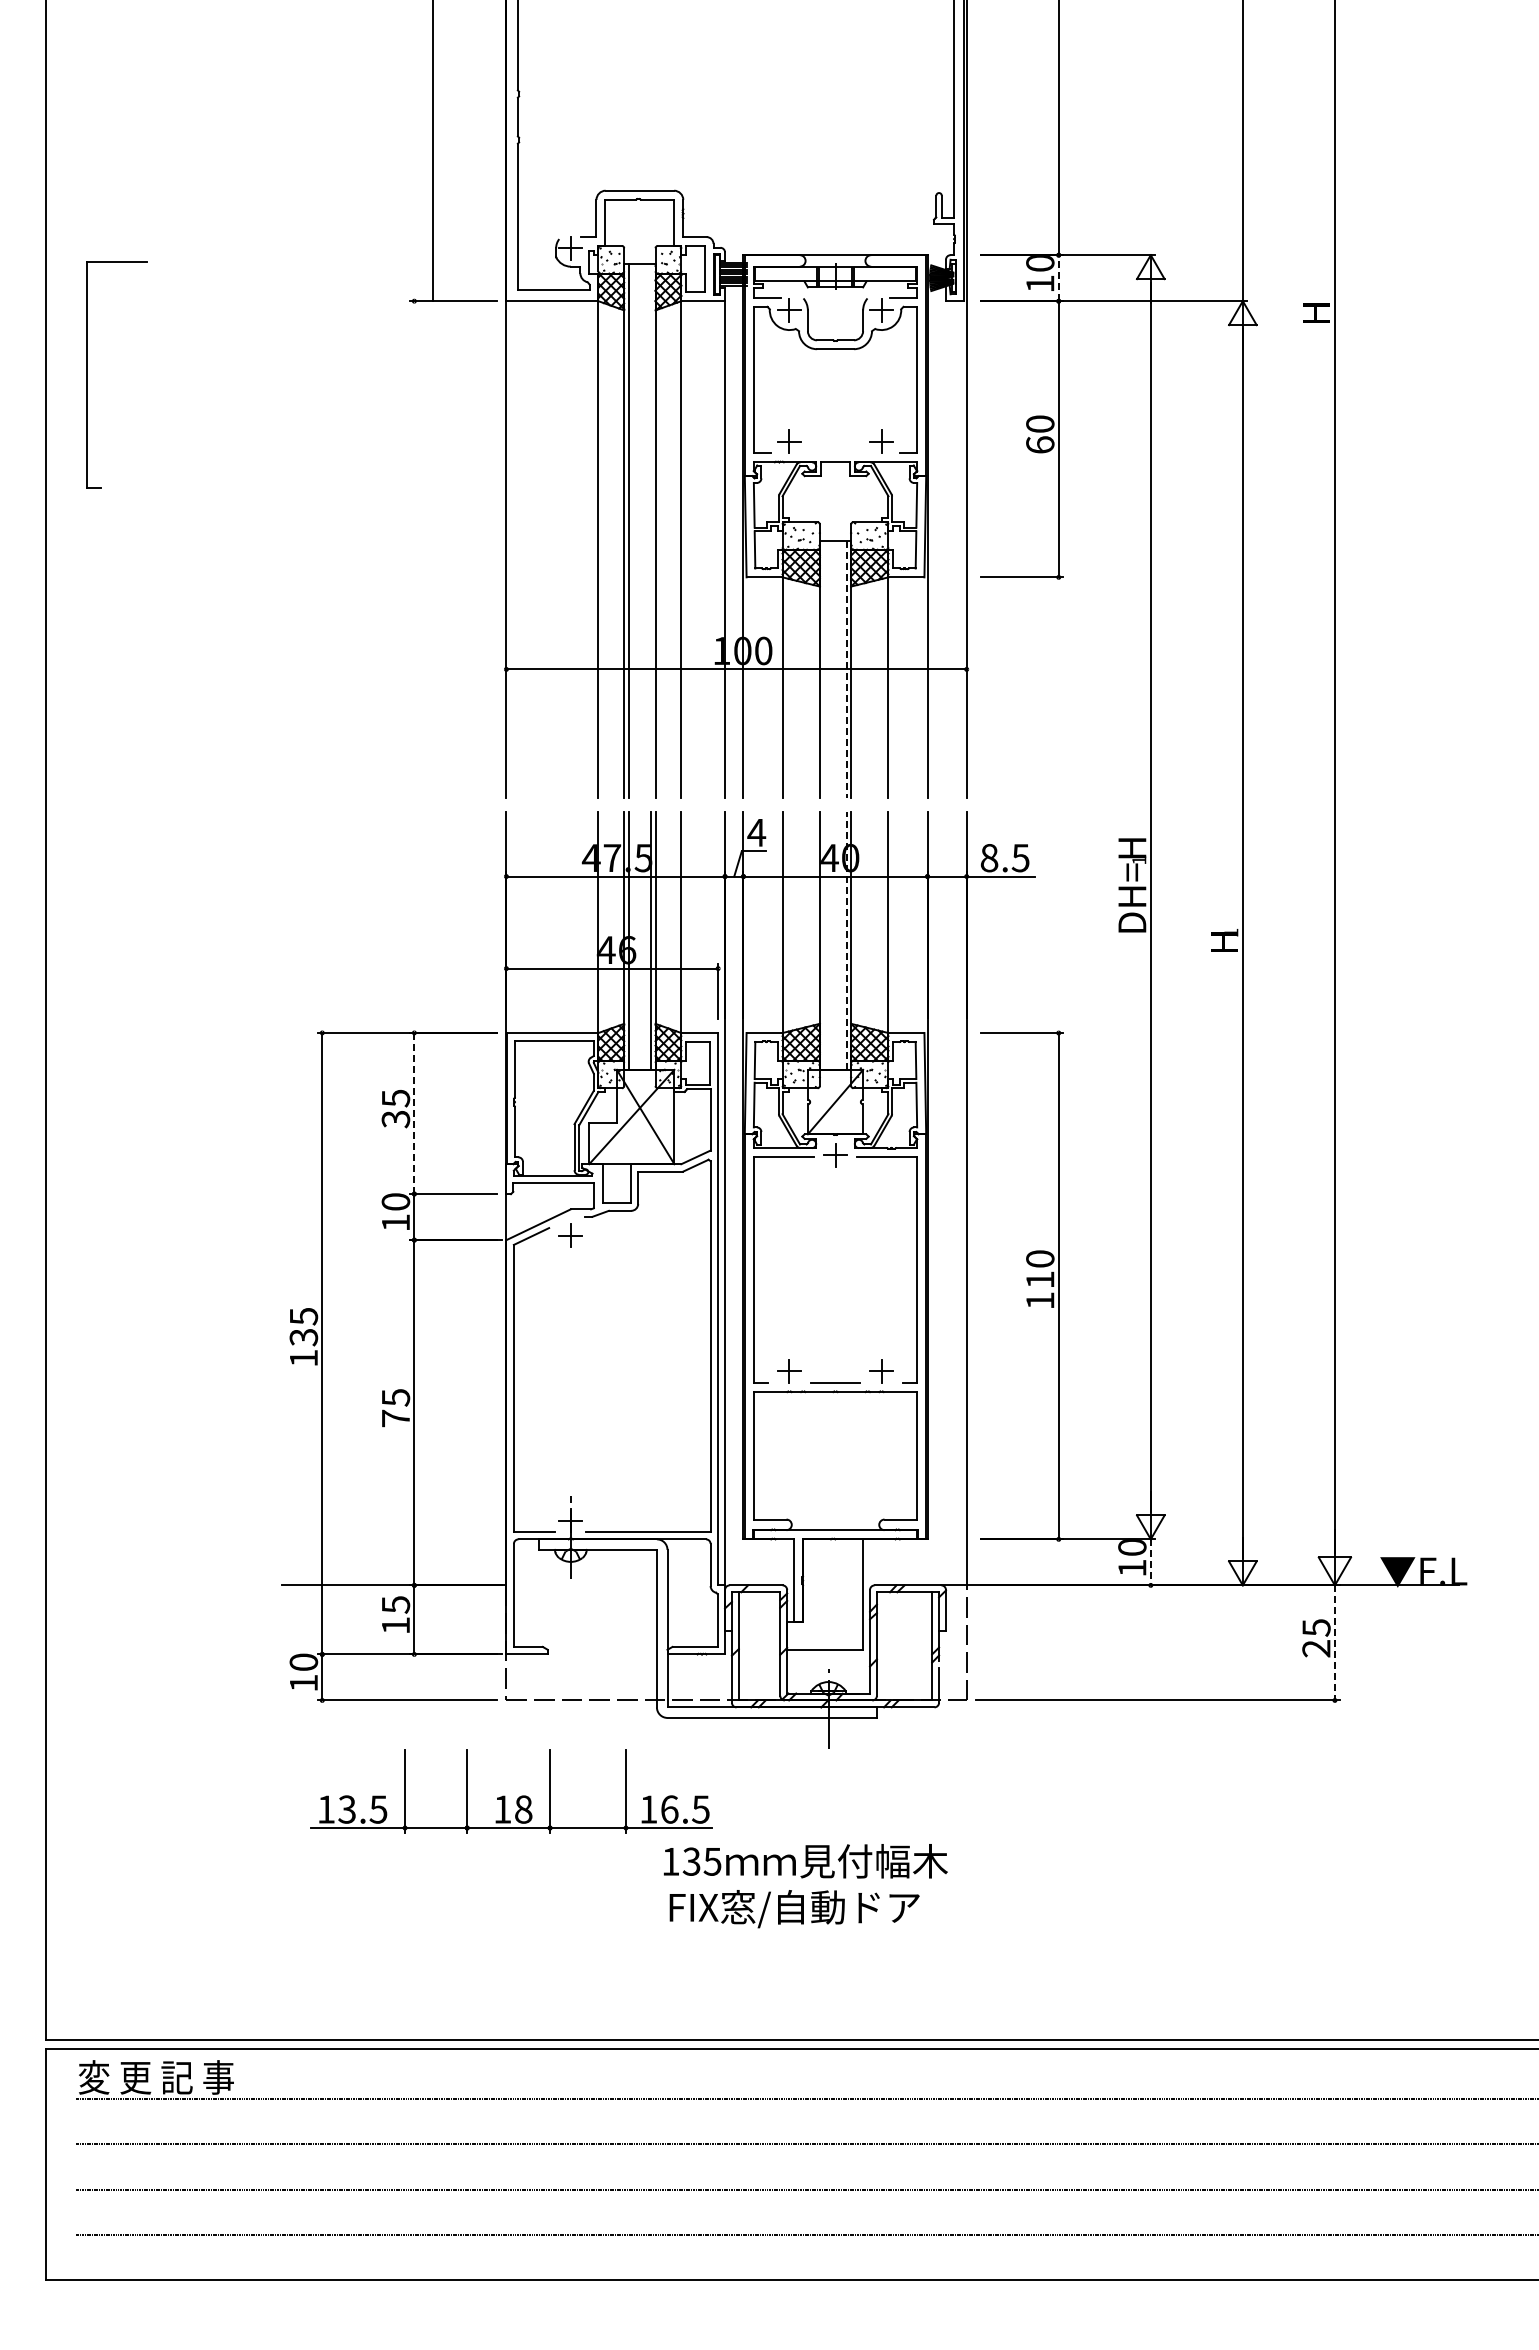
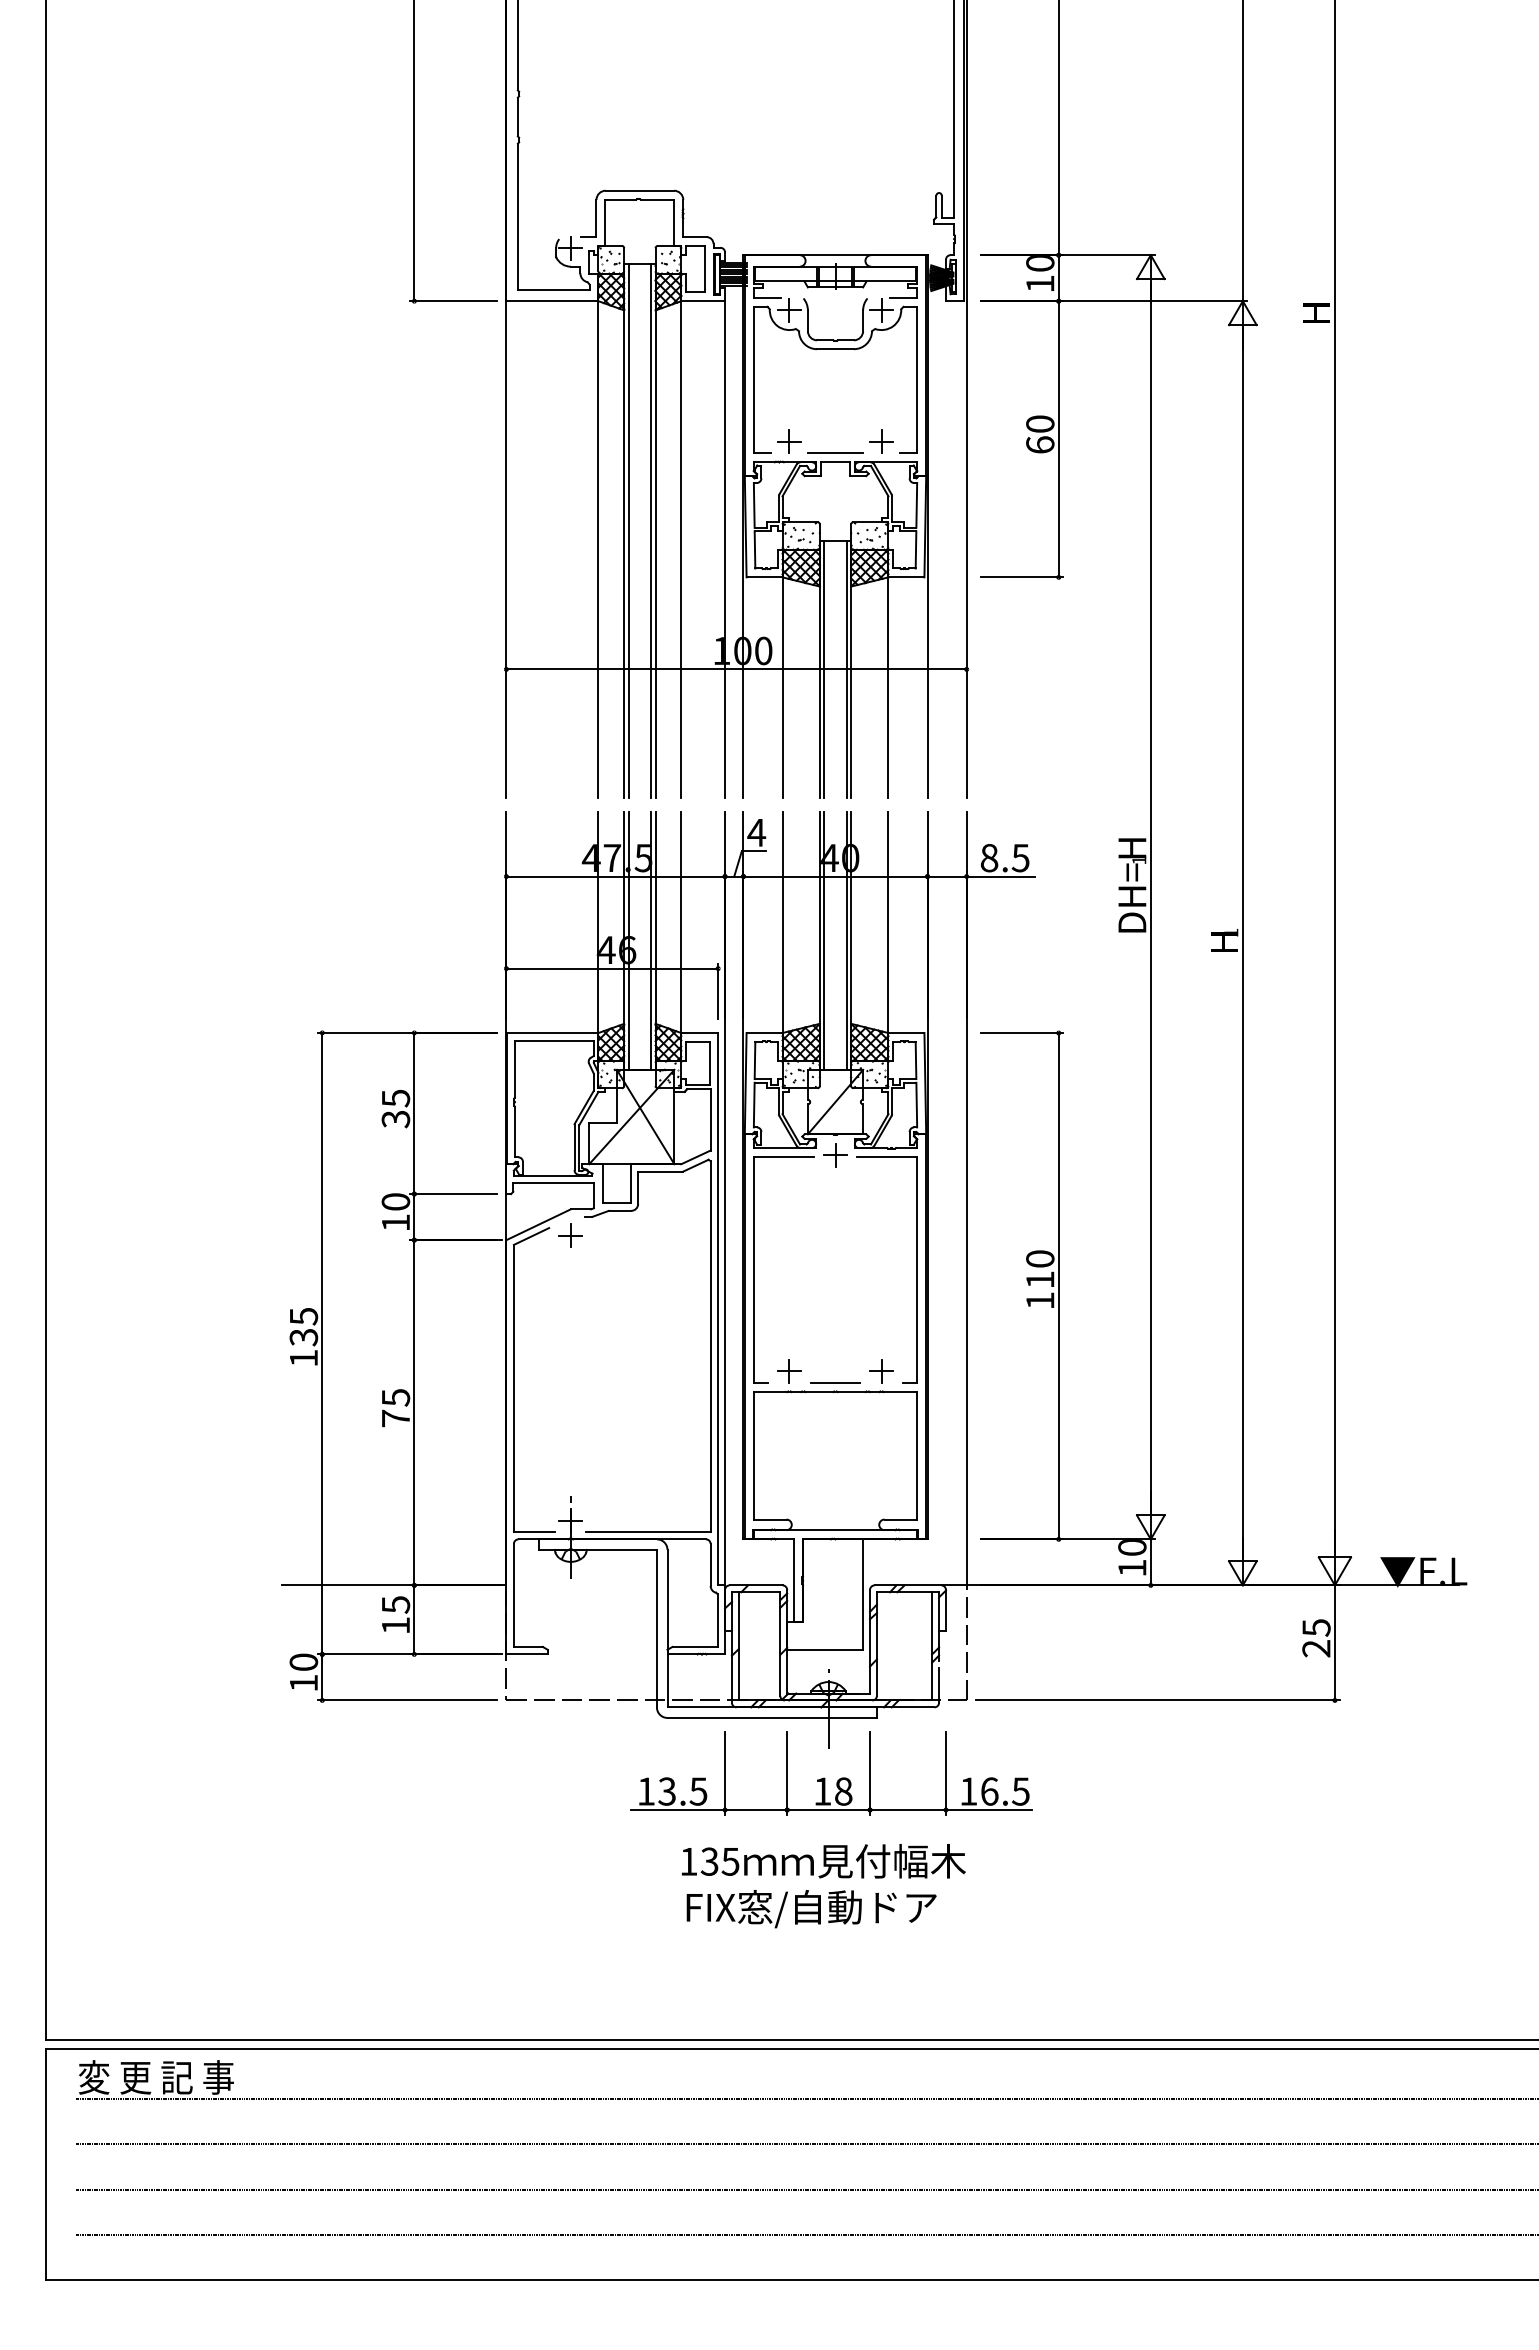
line at (433, 151) position: (433, 151) -> (414, 151)
line at (1058, 277): dashed -> solid
part at (87, 374): present -> none
line at (835, 452): none -> present
line at (650, 531): none -> present
line at (824, 669): none -> present
line at (846, 669): dashed -> solid
line at (824, 940): none -> present
line at (846, 940): dashed -> solid
line at (414, 1113): dashed -> solid
line at (1150, 1562): dashed -> solid
line at (1334, 1642): dashed -> solid
part at (505, 1796) position: (505, 1796) -> (825, 1778)
text at (805, 1861) position: (805, 1861) -> (823, 1861)
text at (794, 1909) position: (794, 1909) -> (811, 1909)
